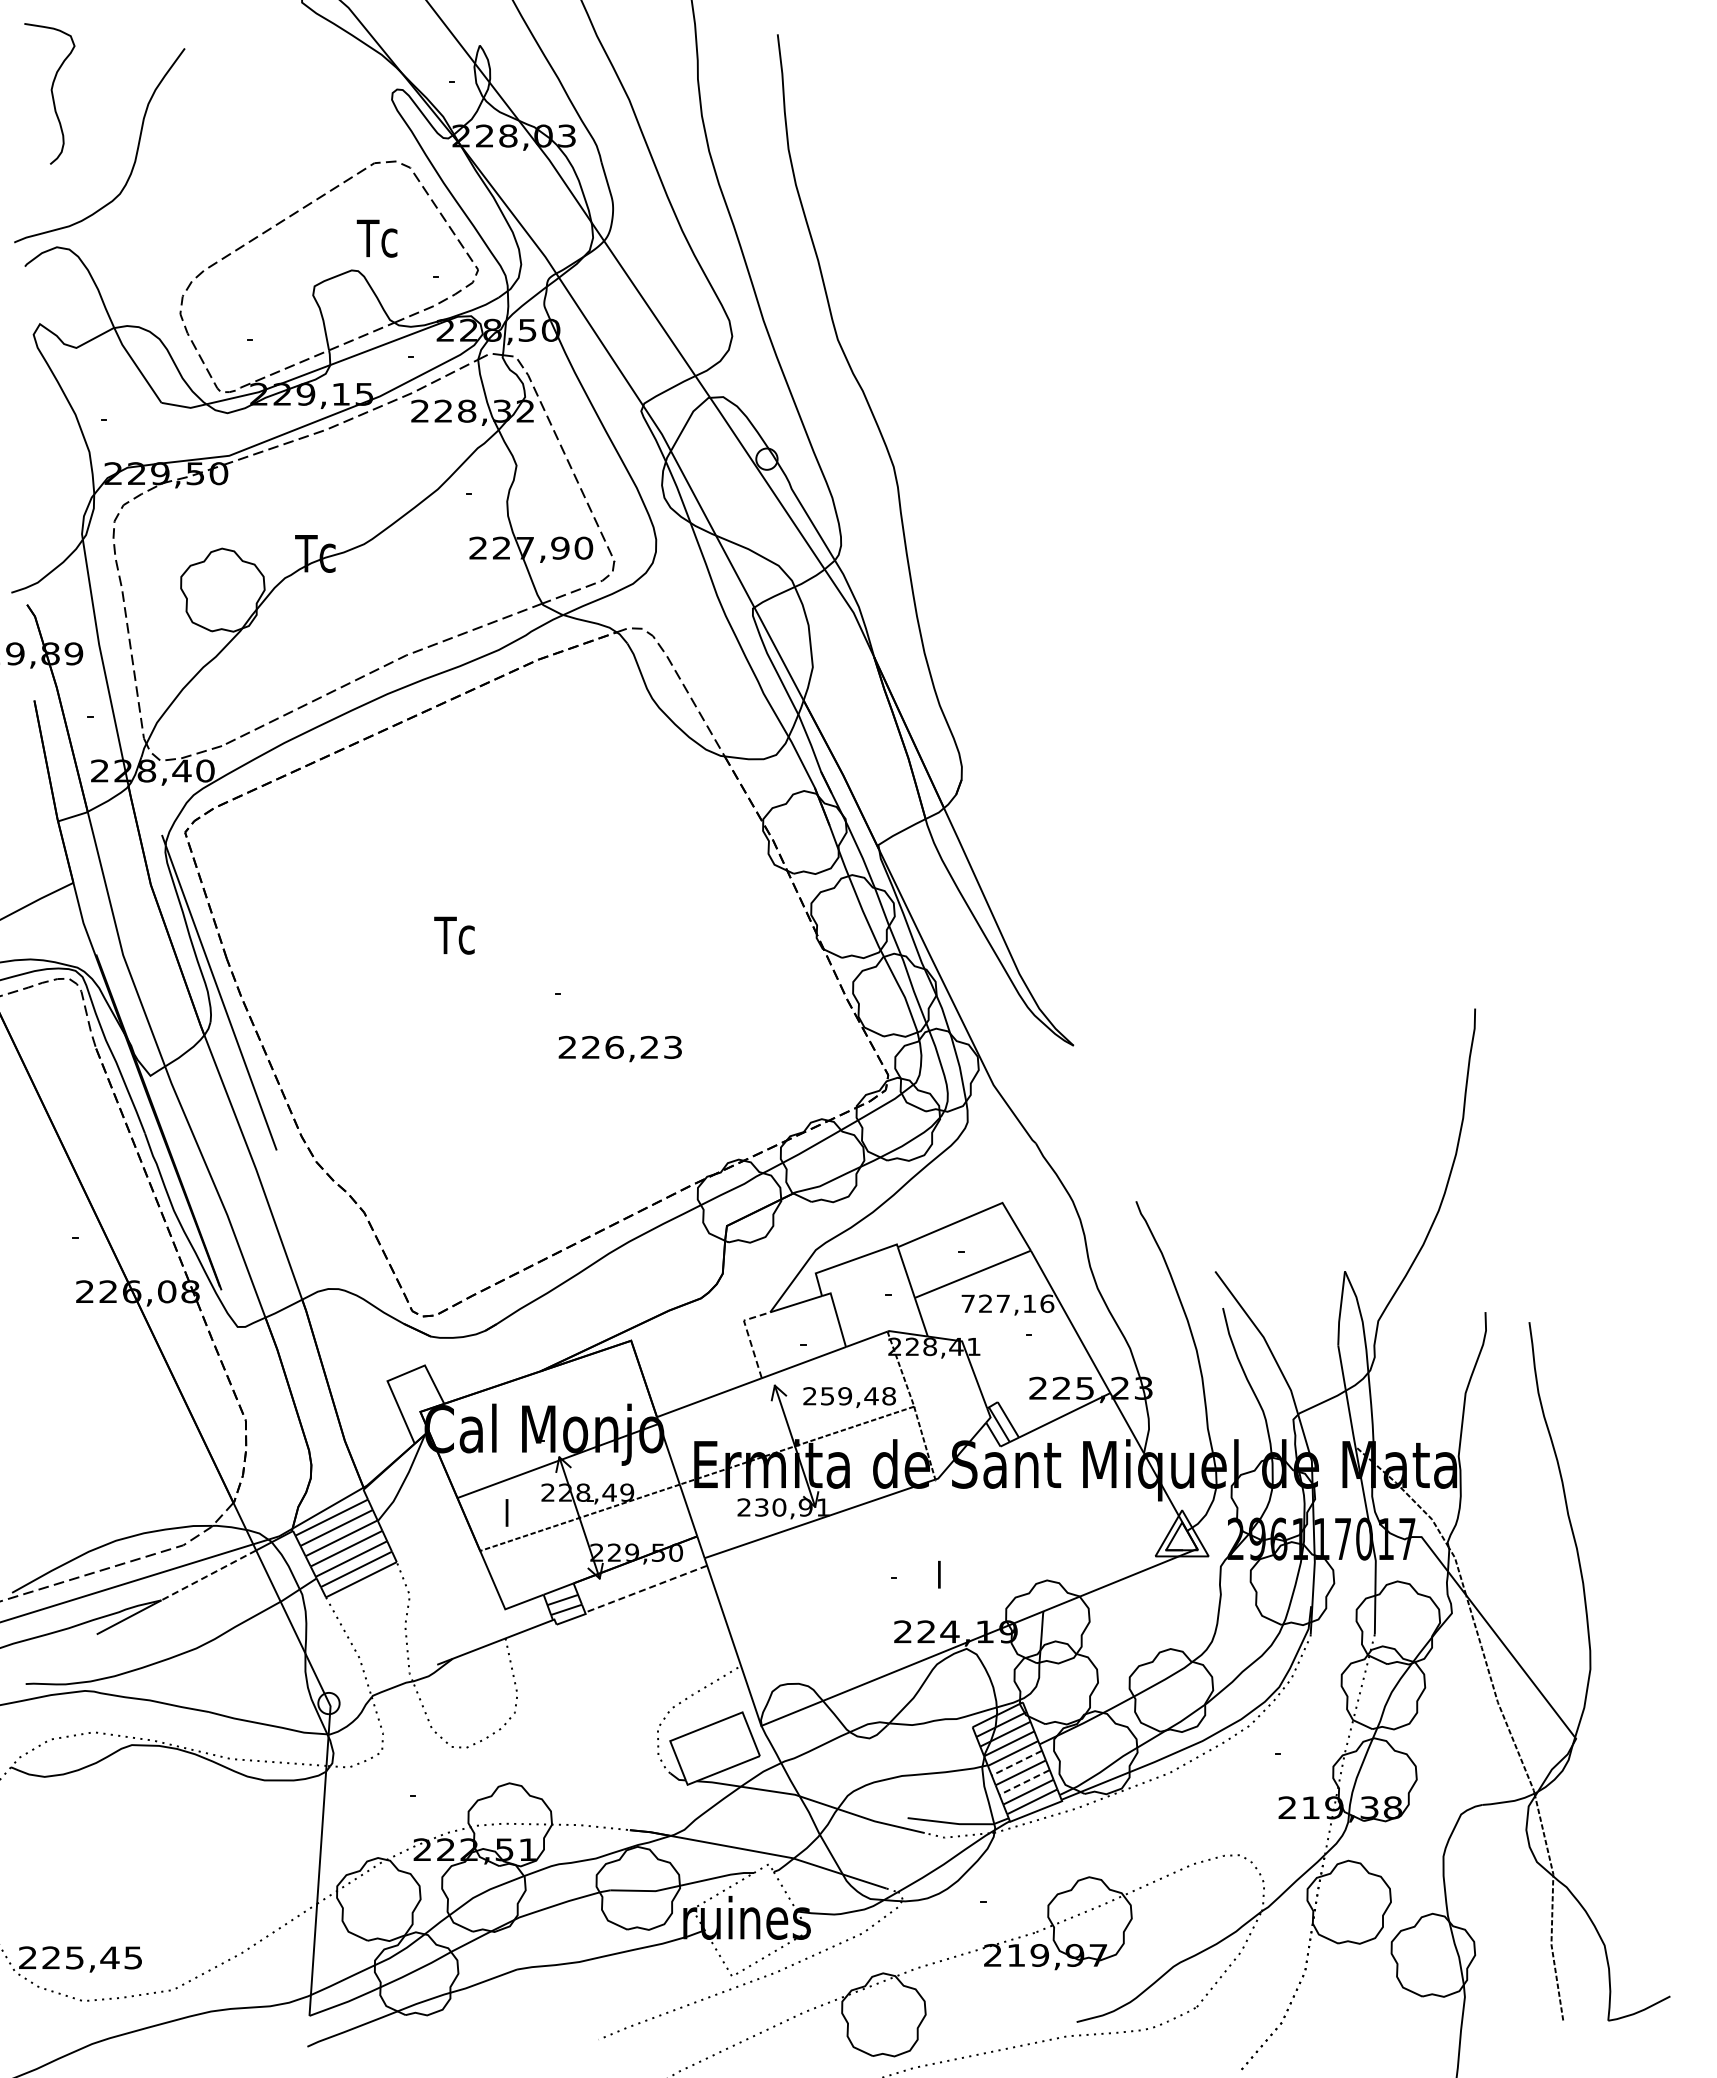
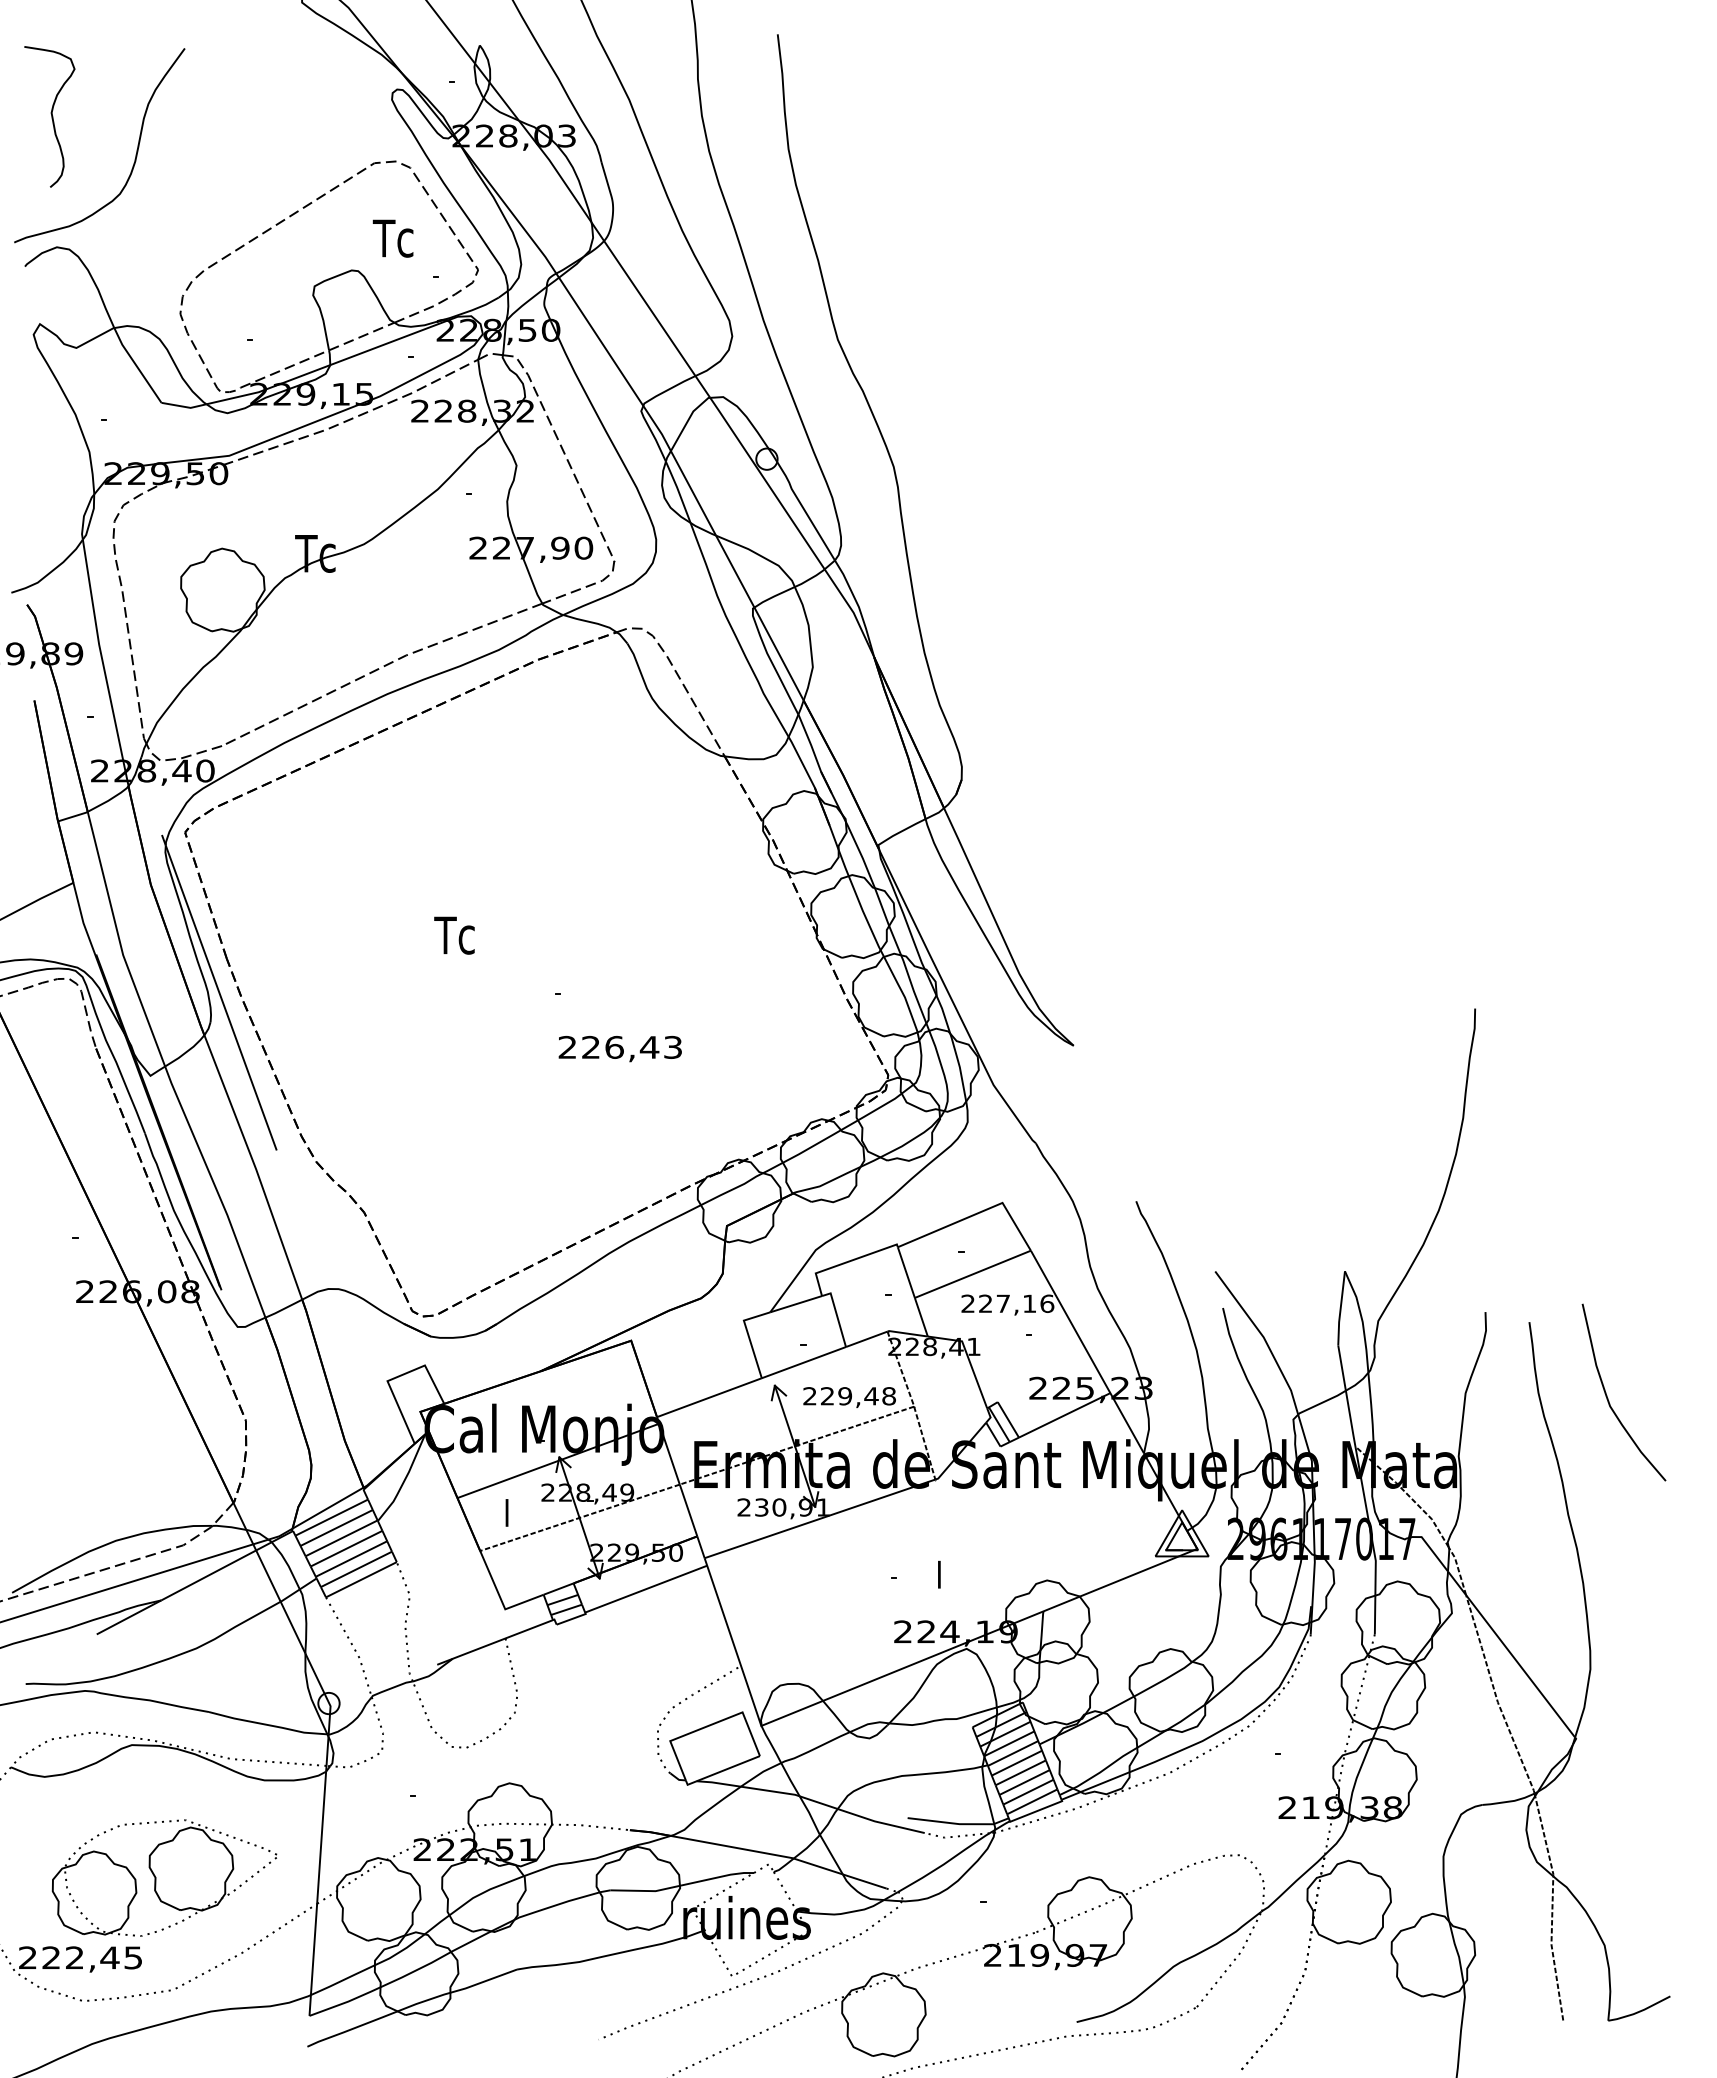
curve at (51, 93) position: (51, 93) -> (51, 116)
text at (376, 238) position: (376, 238) -> (392, 238)
text at (649, 1046): 226,23 -> 226,43
text at (967, 1303): 727,16 -> 227,16
line at (748, 1335): dashed -> solid
text at (827, 1396): 259,48 -> 229,48
curve at (1608, 1398): none -> present
line at (208, 1575): dashed -> solid
line at (645, 1589): dashed -> solid
line at (1016, 1763): dashed -> solid
line at (1024, 1782): dashed -> solid
part at (164, 1877): none -> present
text at (74, 1957): 225,45 -> 222,45
